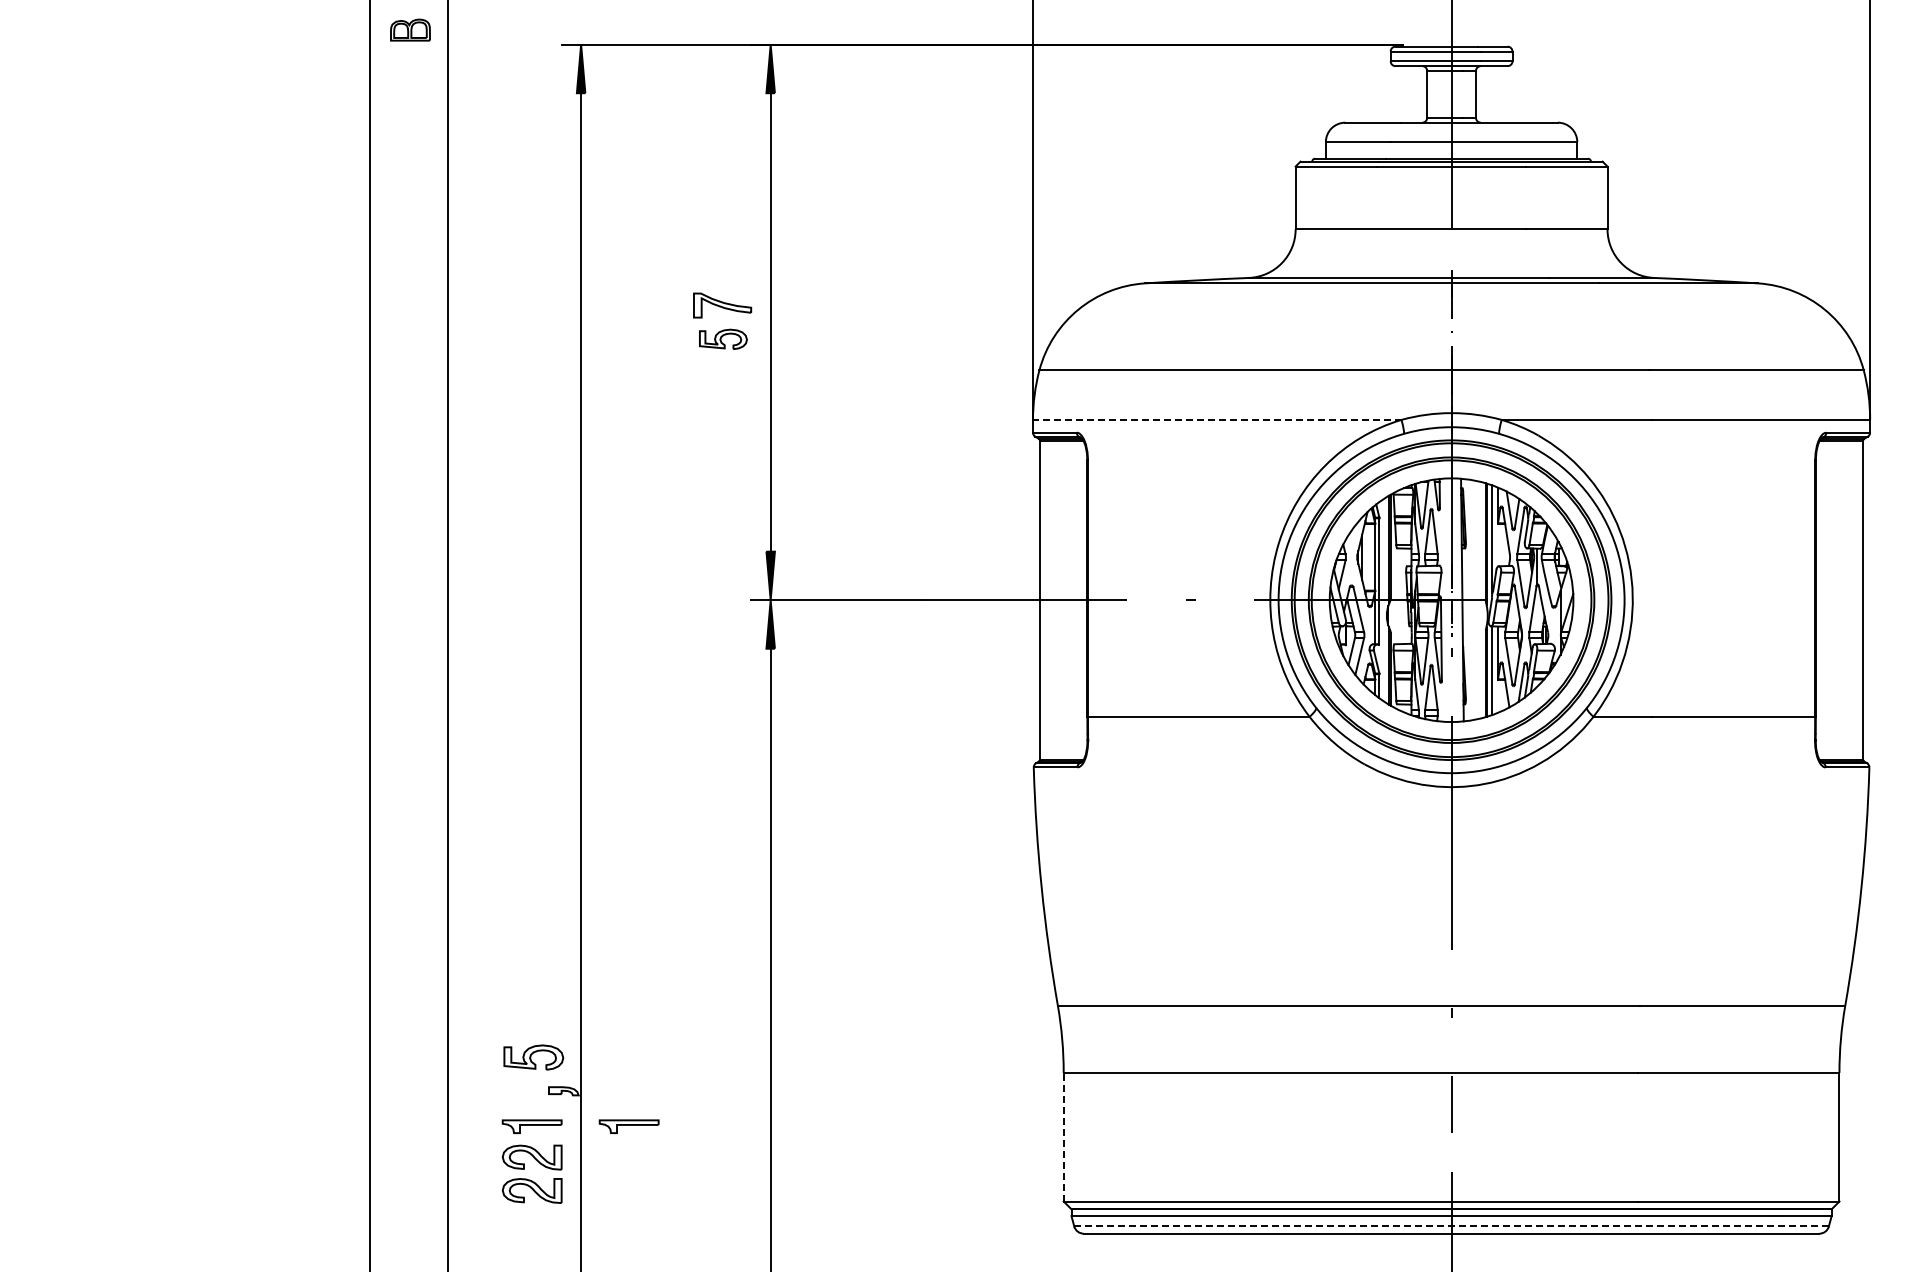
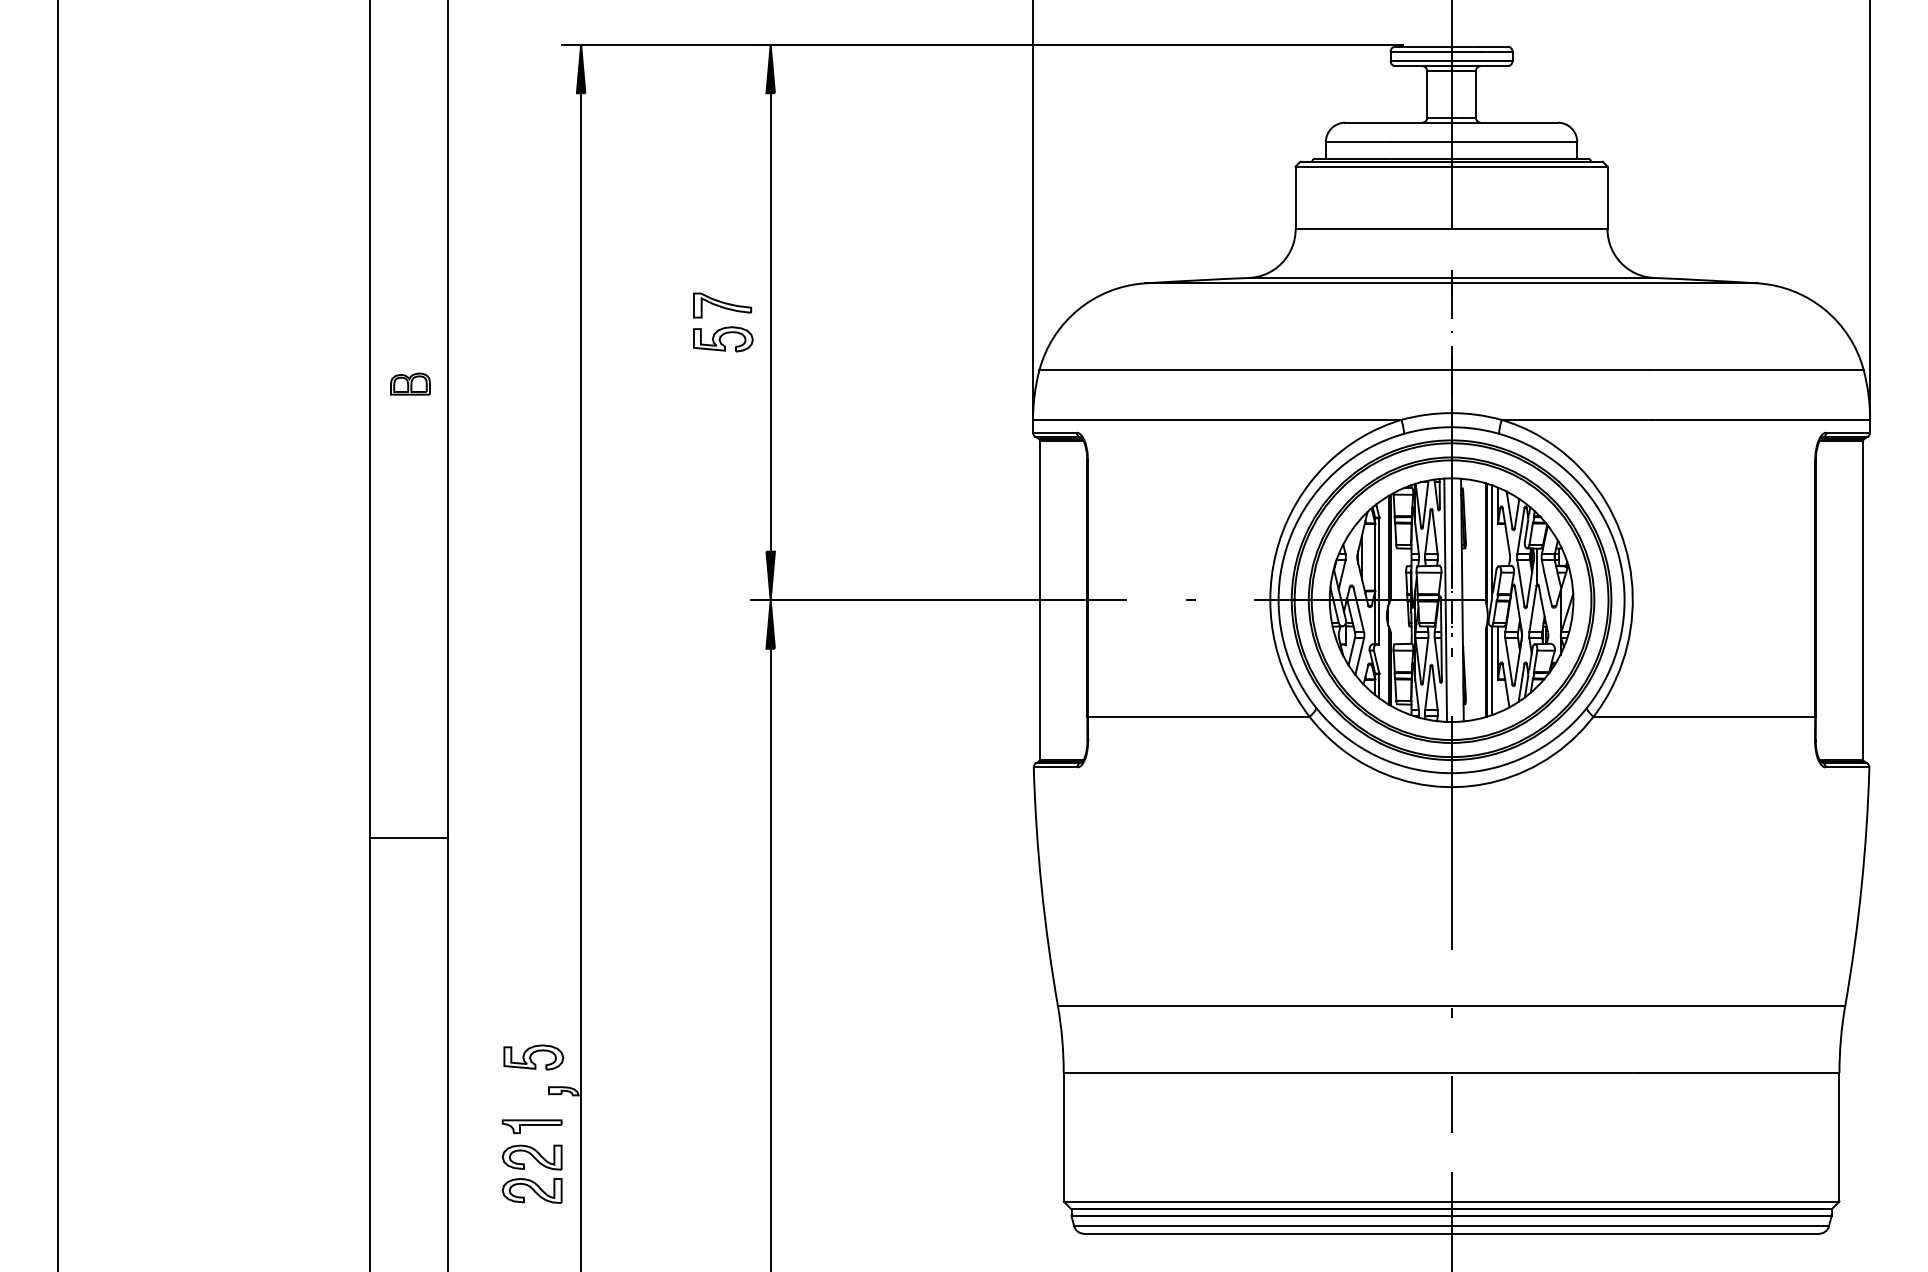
part at (410, 29) position: (410, 29) -> (410, 383)
part at (723, 338) size: 49x22 px -> 61x27 px
line at (1216, 419): dashed -> solid
line at (1445, 599): none -> present
line at (57, 635): none -> present
line at (408, 837): none -> present
part at (628, 1126): present -> none
line at (1063, 1136): dashed -> solid
line at (1452, 1226): dashed -> solid
